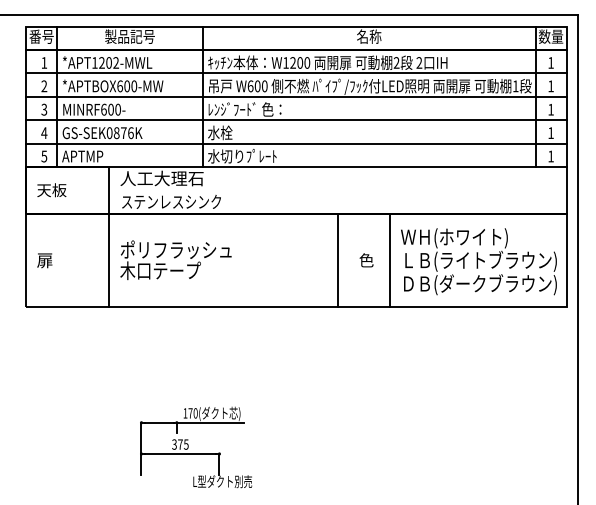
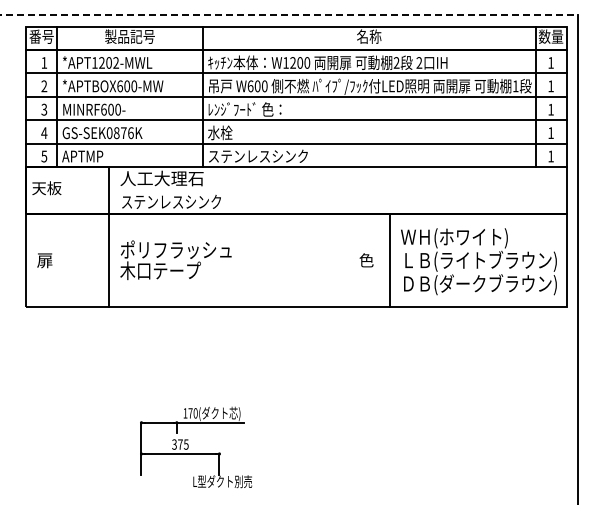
line at (289, 15): solid -> dashed
text at (257, 155): 水切りﾌﾟﾚｰﾄ -> ステンレスシンク
text at (51, 190) position: (51, 190) -> (46, 188)
line at (337, 260): present -> none
